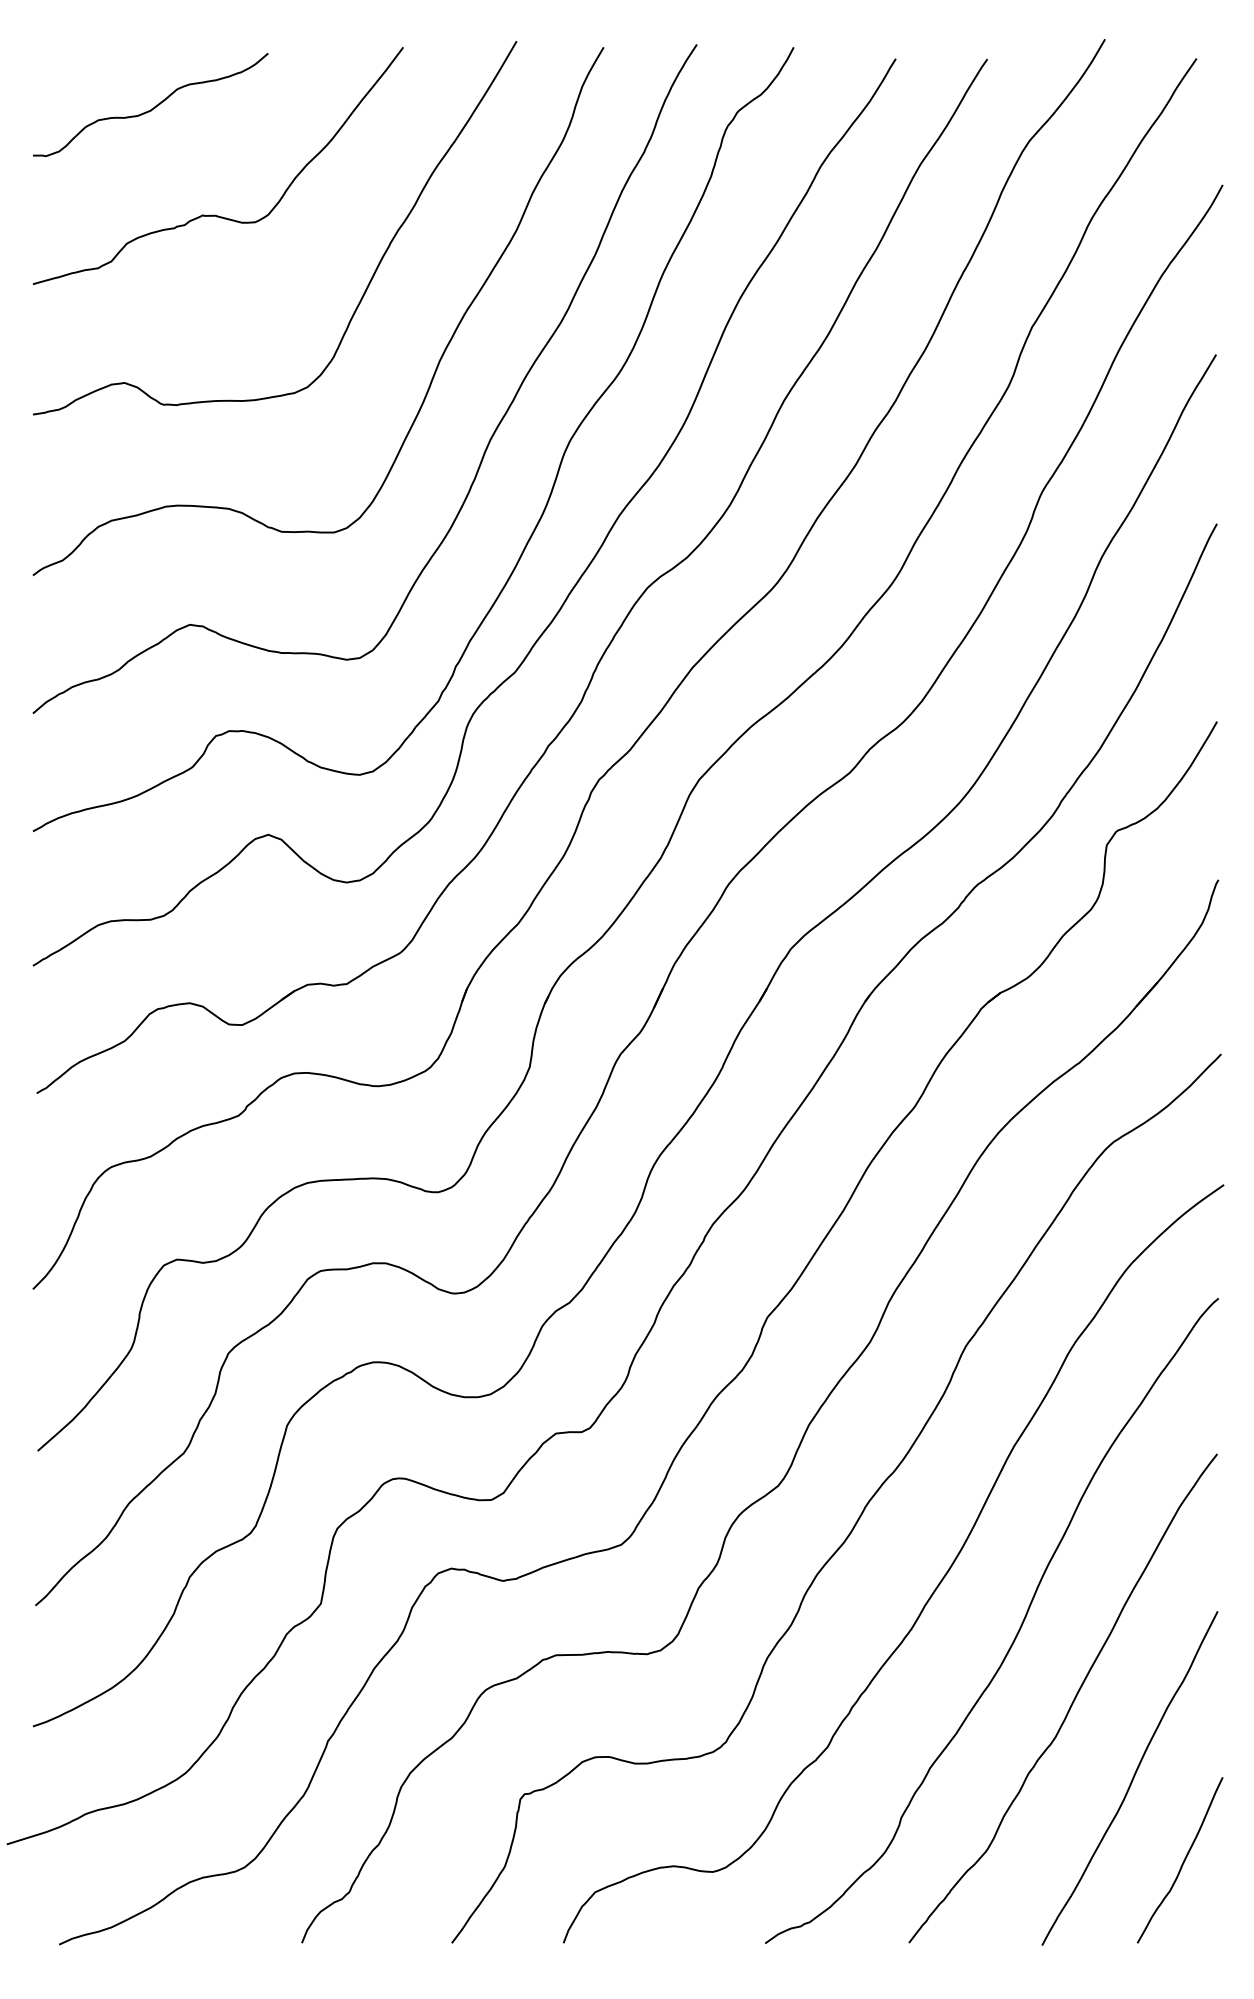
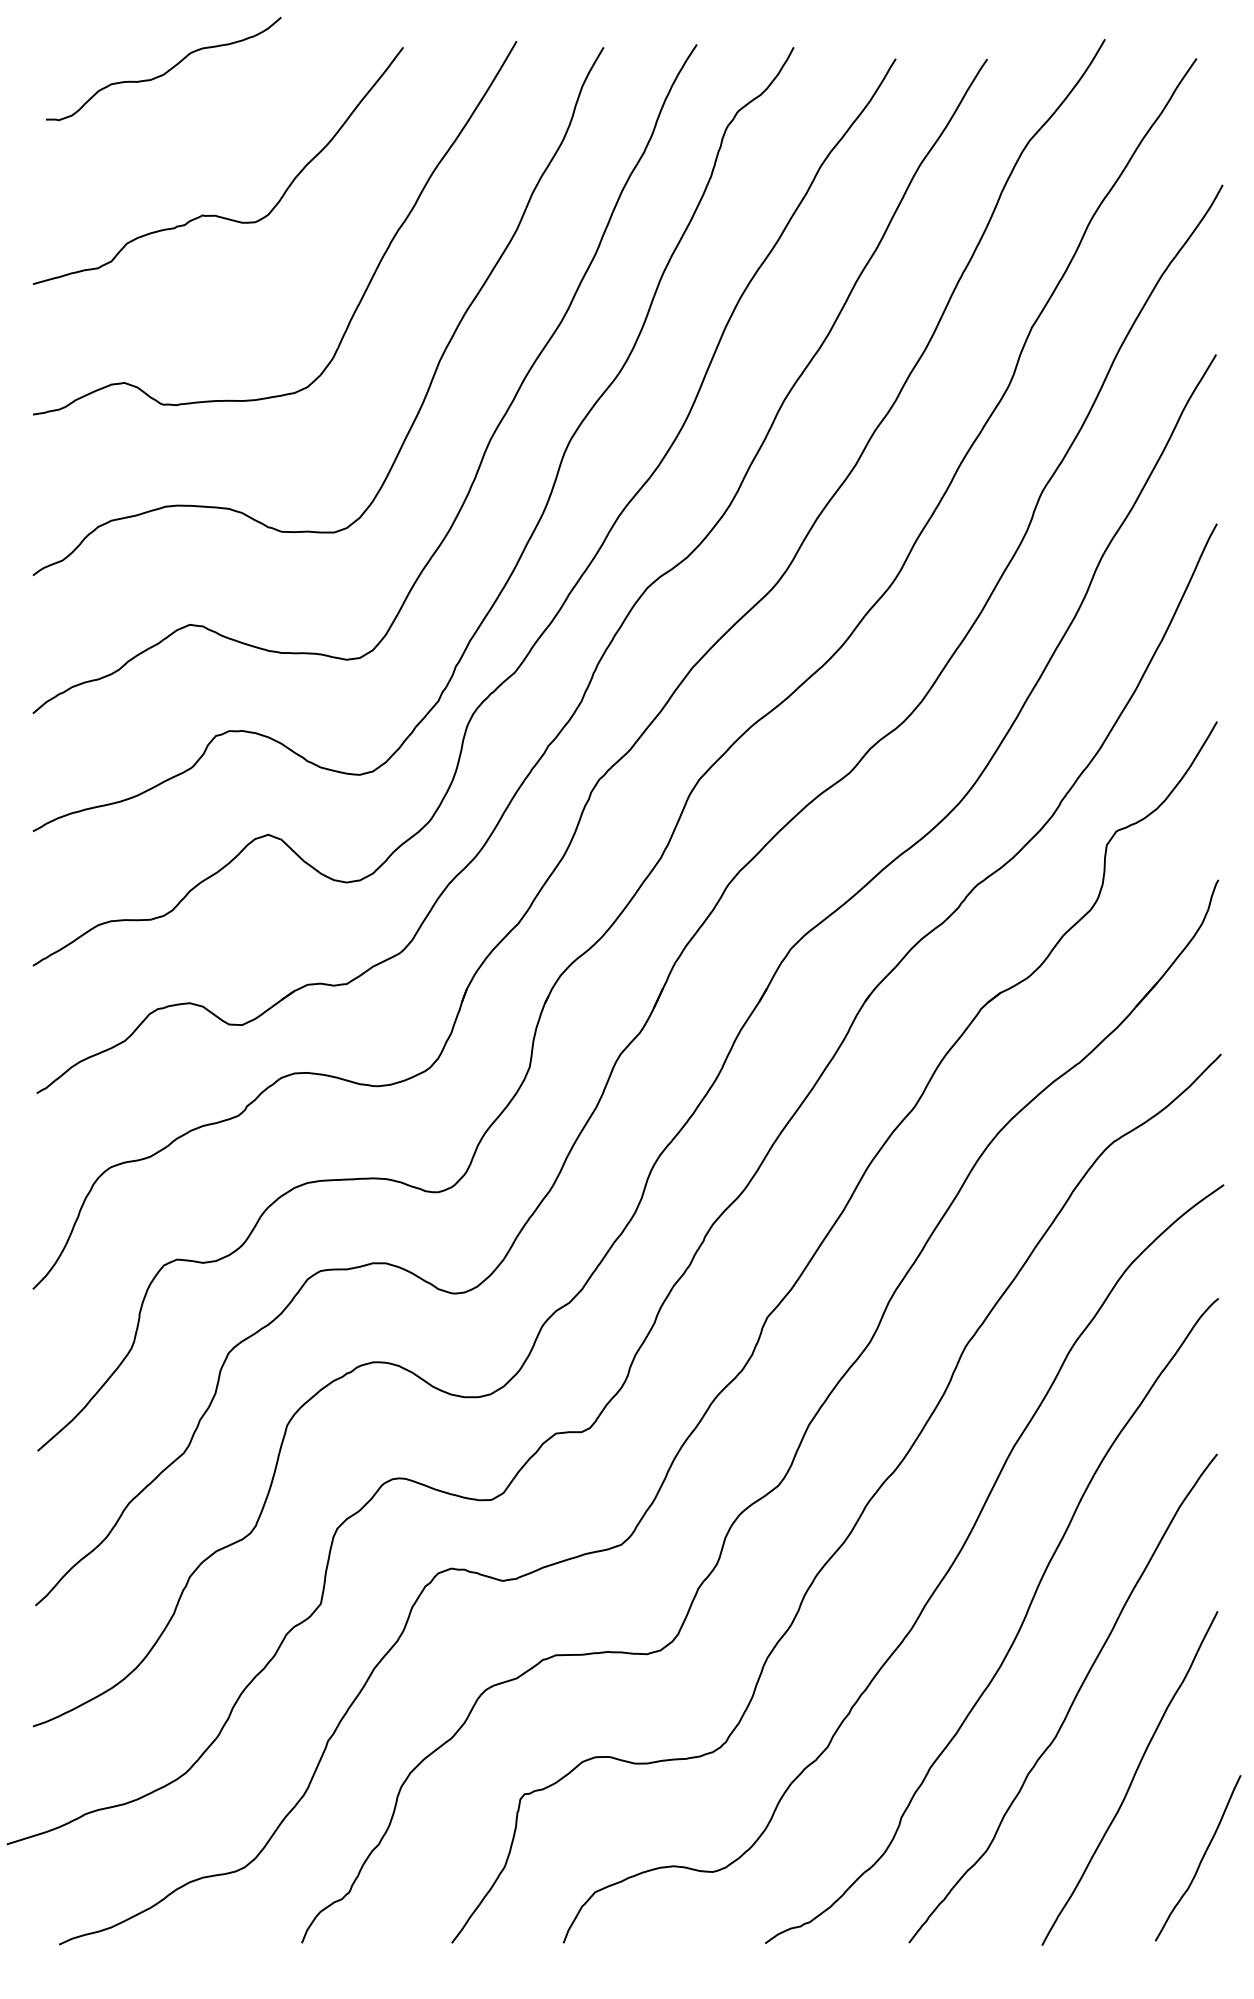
curve at (151, 108) position: (151, 108) -> (164, 72)
curve at (1182, 1862) position: (1182, 1862) -> (1200, 1860)
